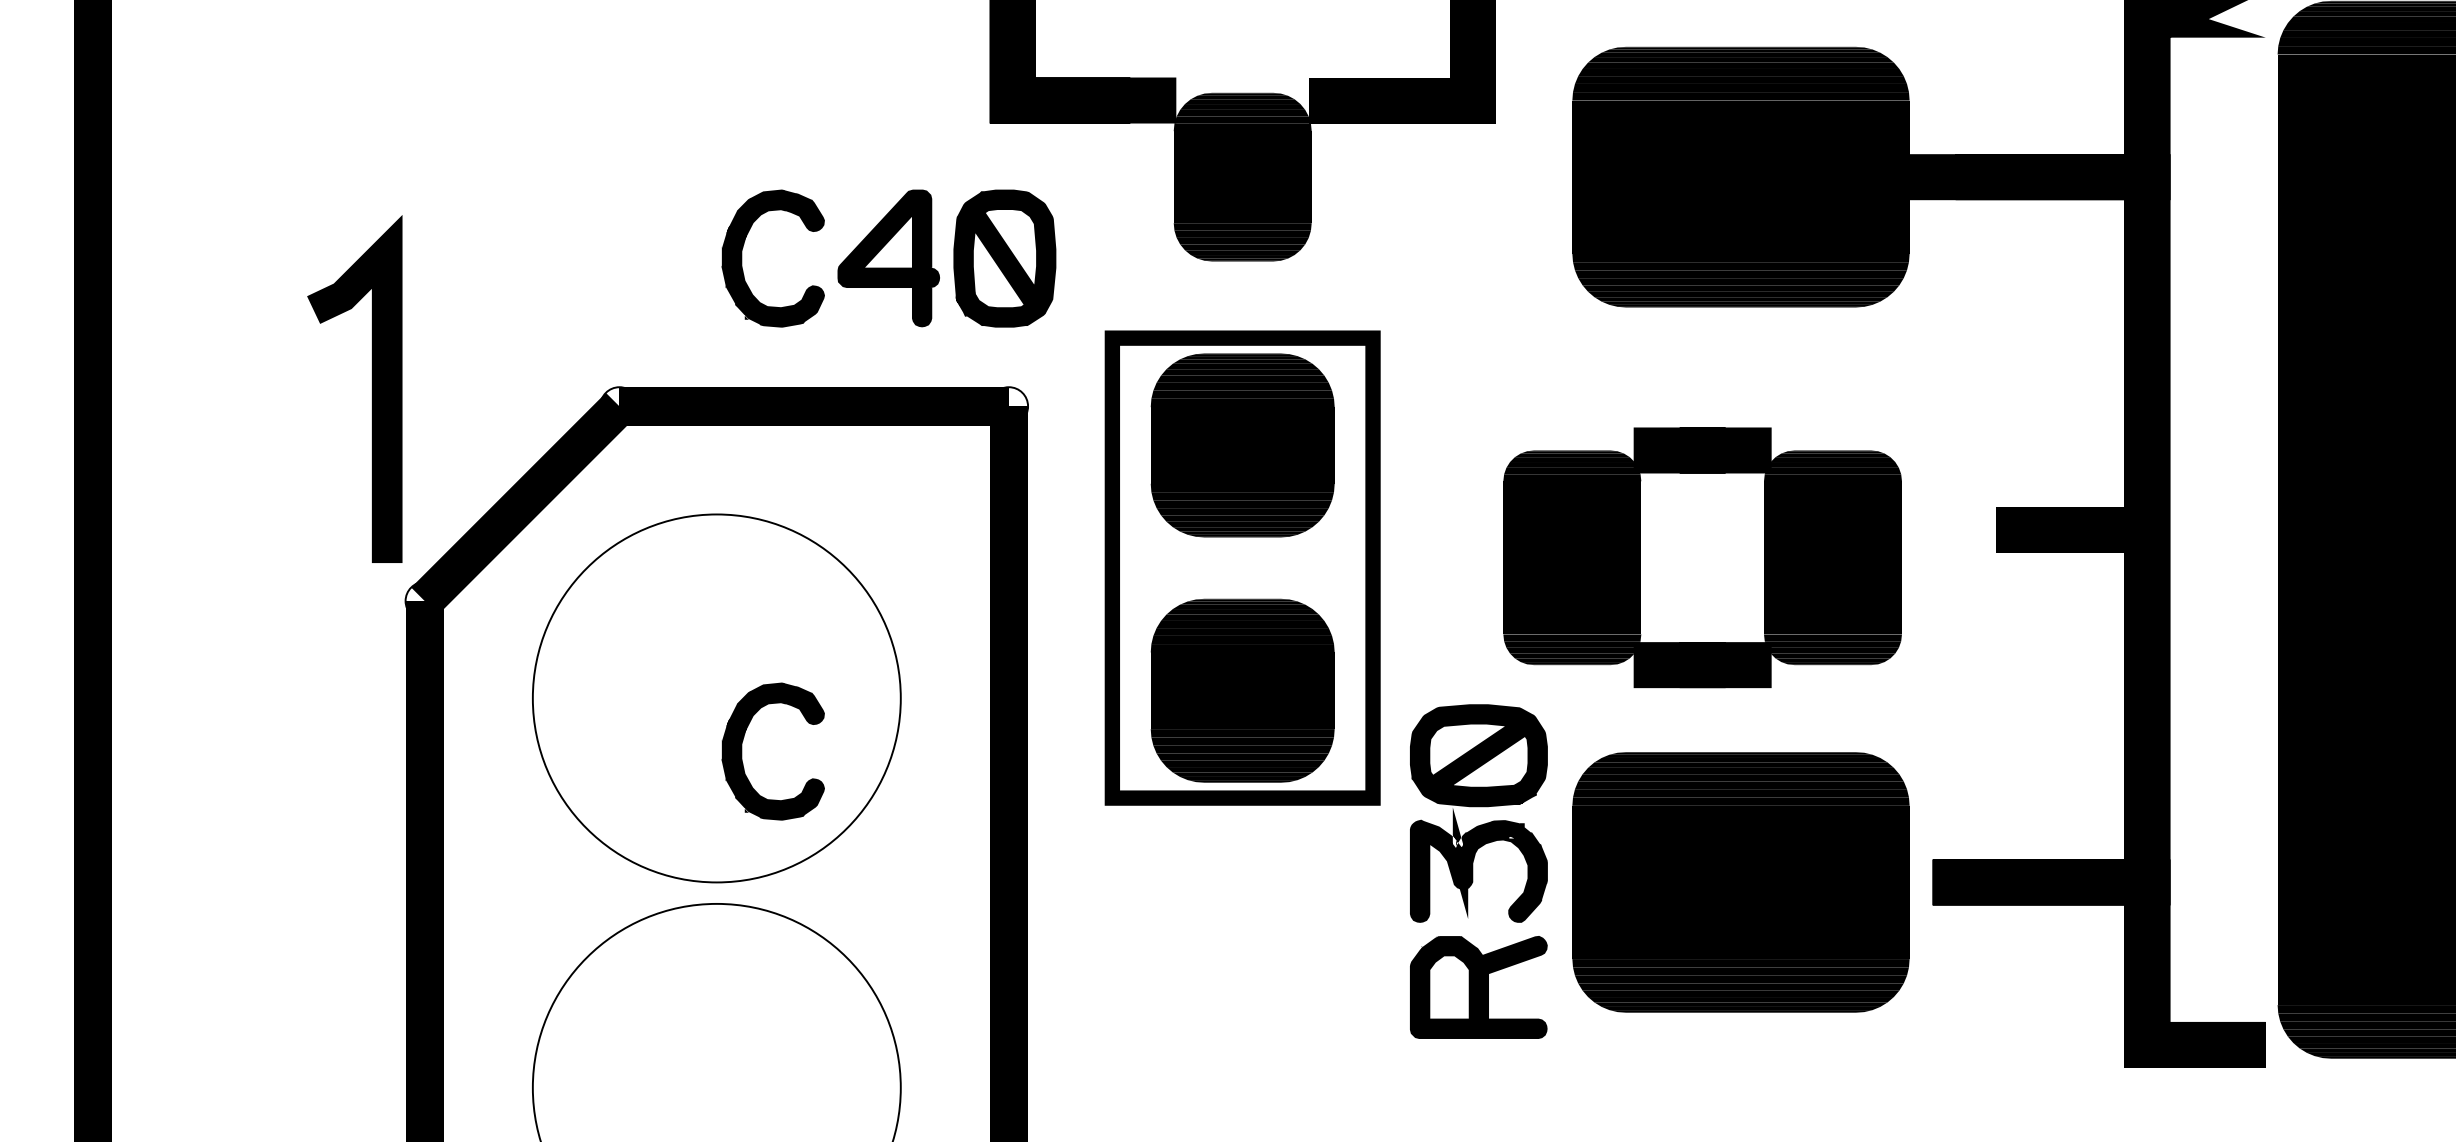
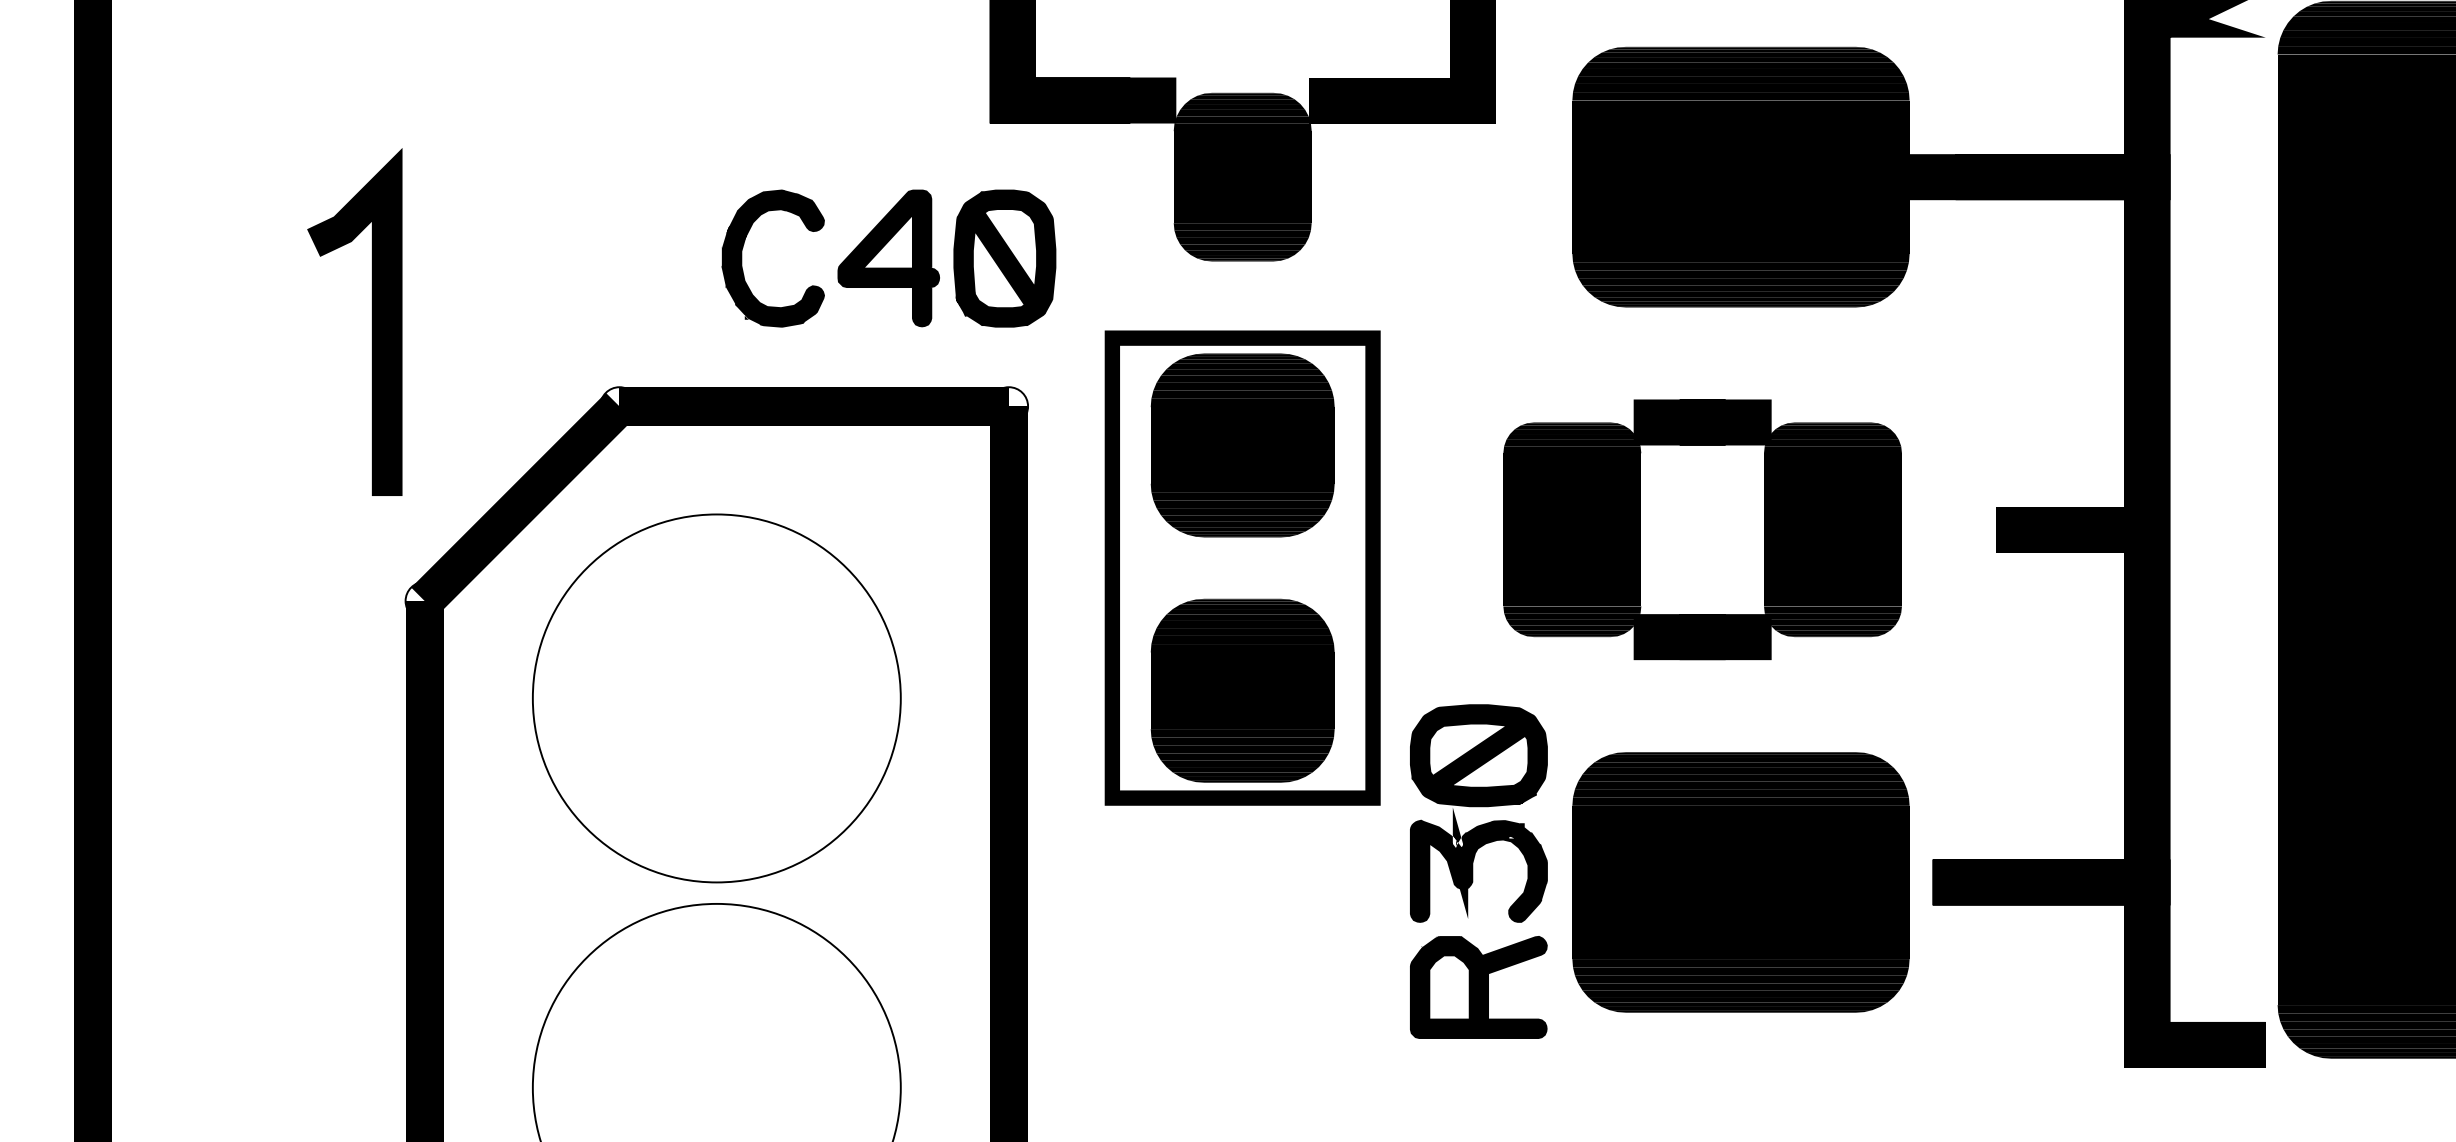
line at (372, 388) position: (372, 388) -> (372, 321)
part at (1702, 557) position: (1702, 557) -> (1702, 529)
part at (742, 751): present -> none
